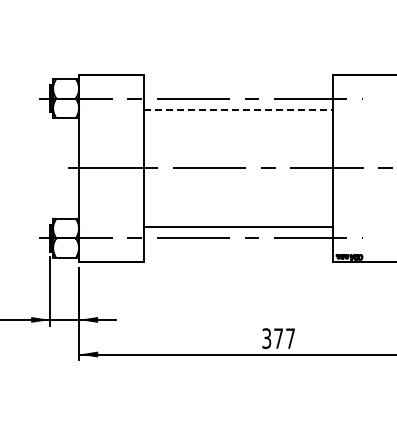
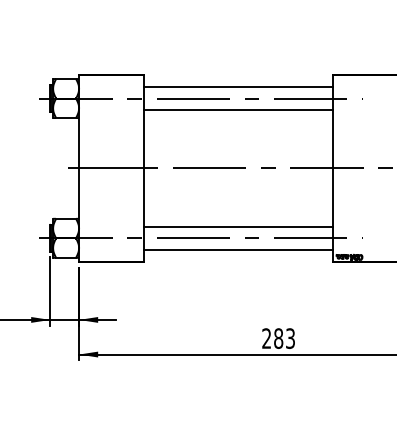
line at (238, 86): none -> present
line at (238, 110): dashed -> solid
line at (238, 249): none -> present
text at (278, 338): 377 -> 283
